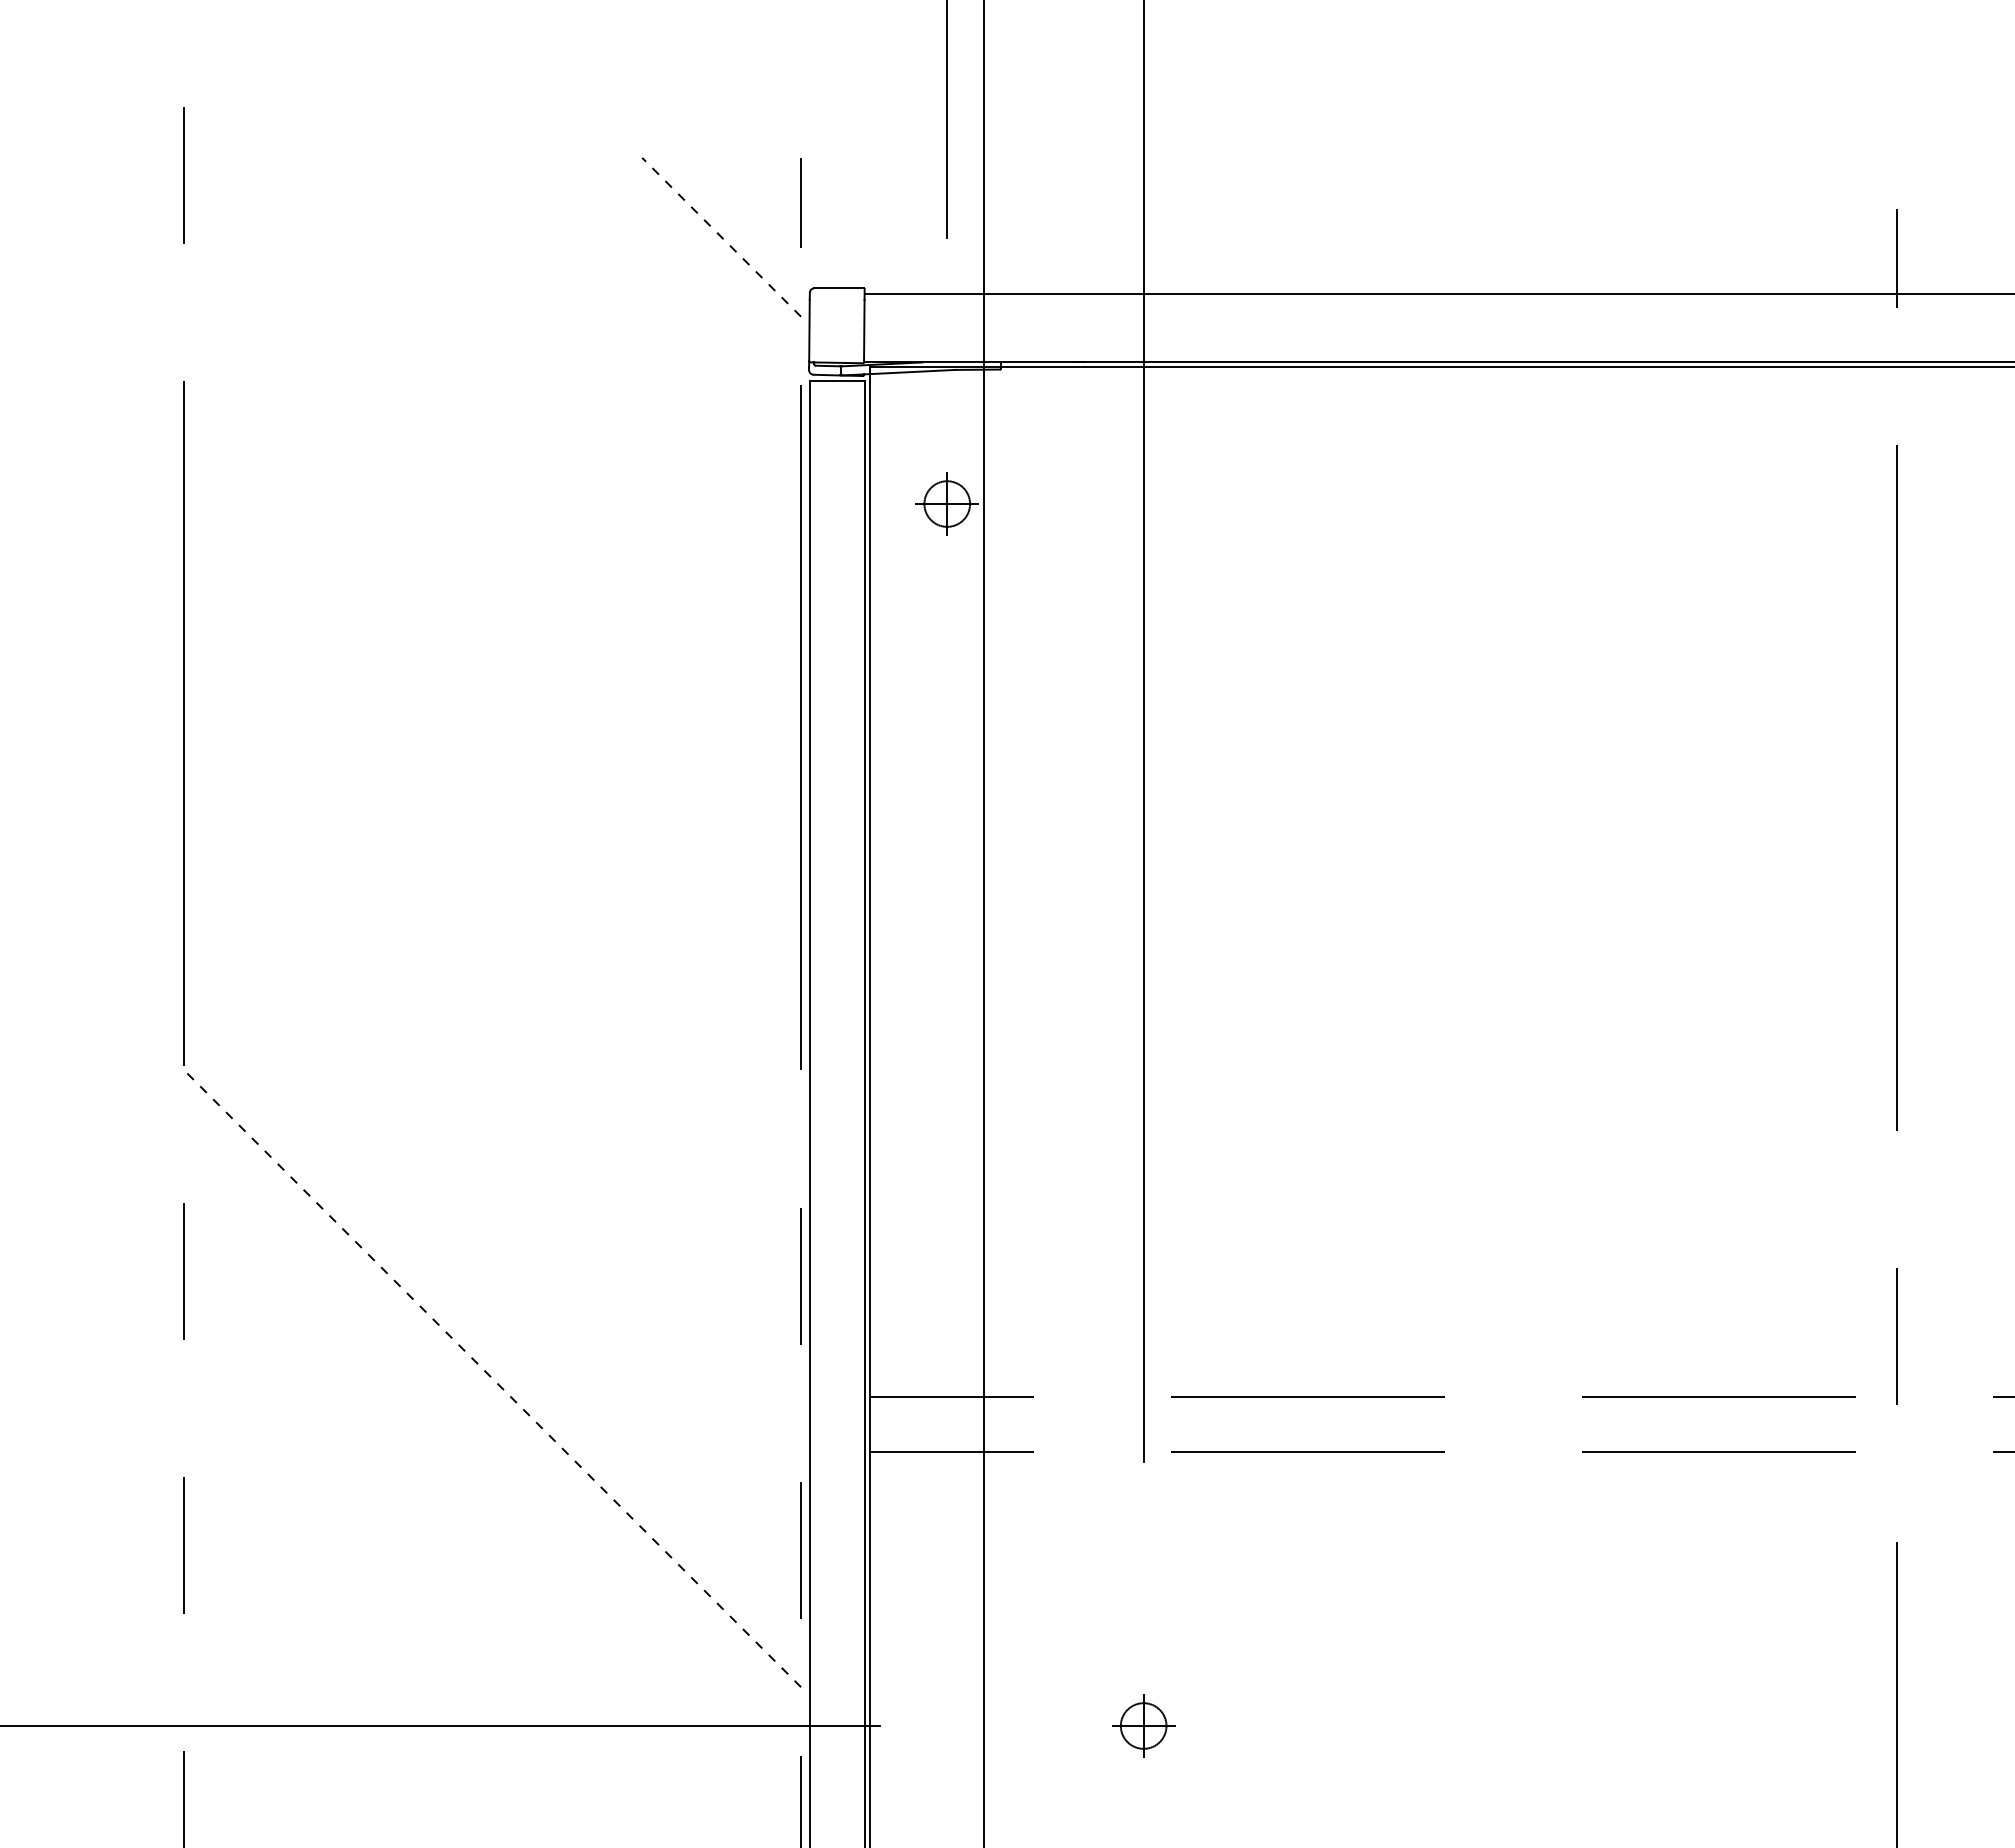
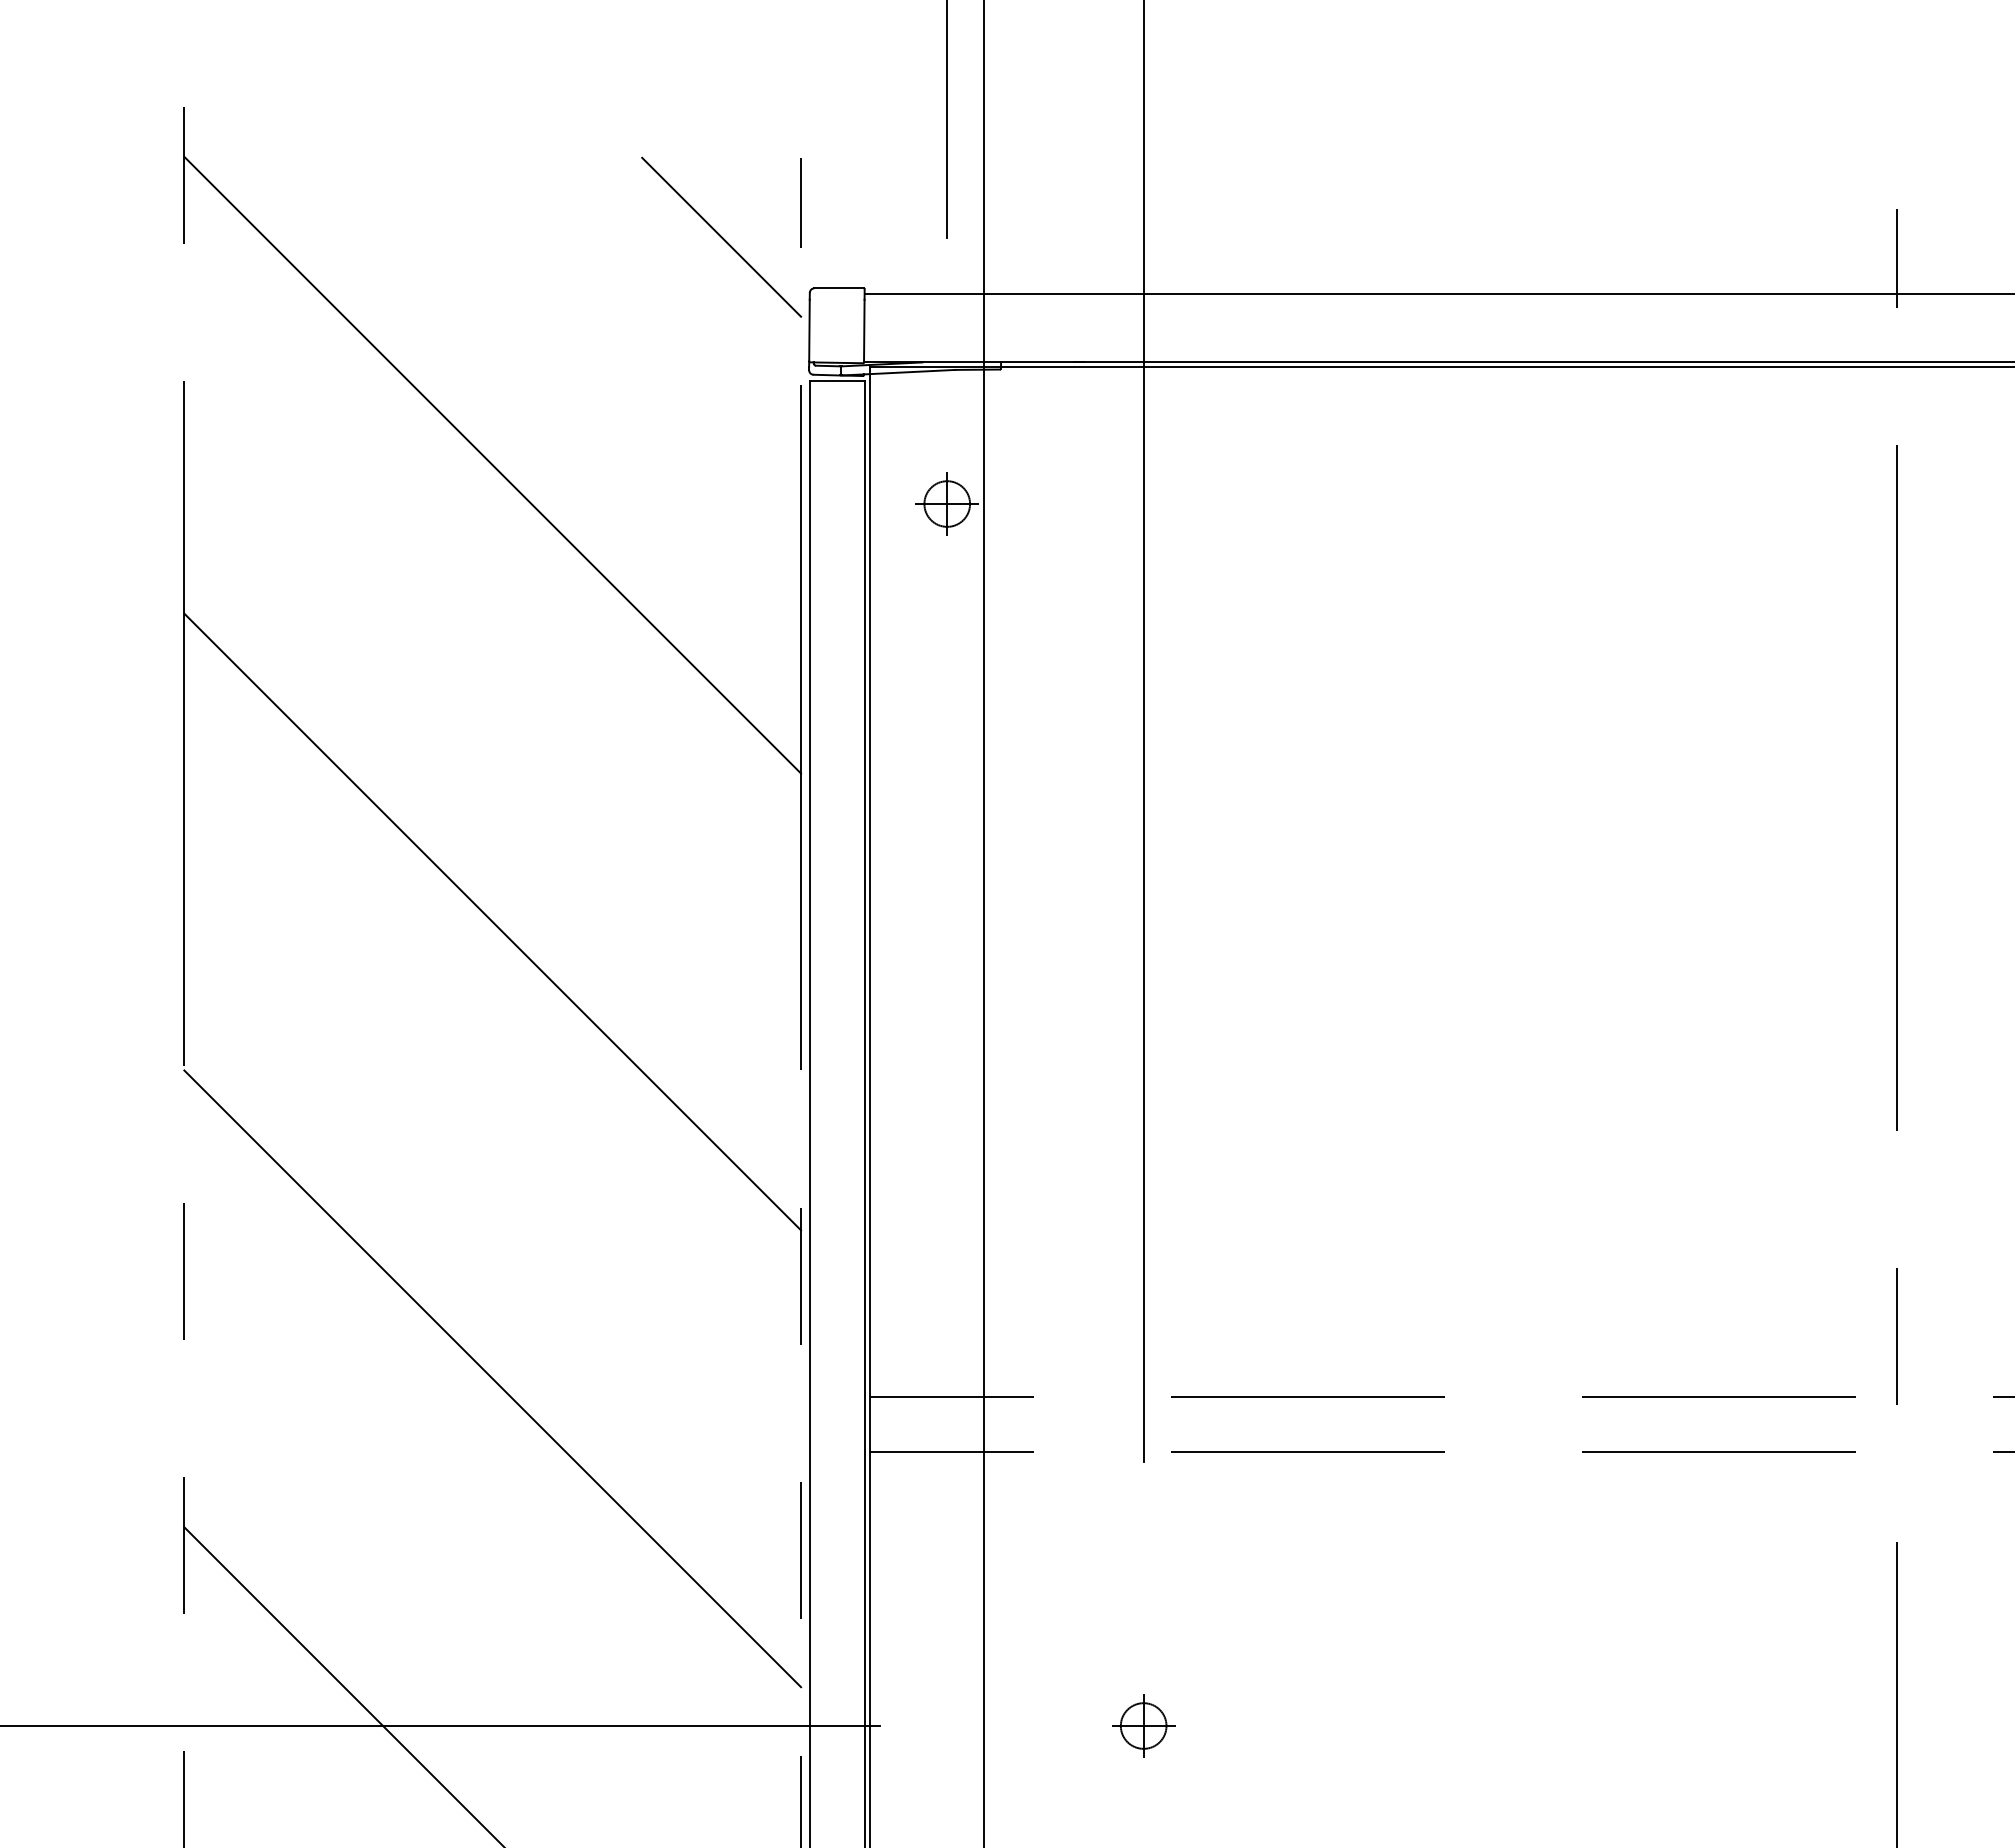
line at (721, 236): dashed -> solid
line at (492, 464): none -> present
line at (492, 921): none -> present
line at (492, 1378): dashed -> solid
line at (342, 1685): none -> present
